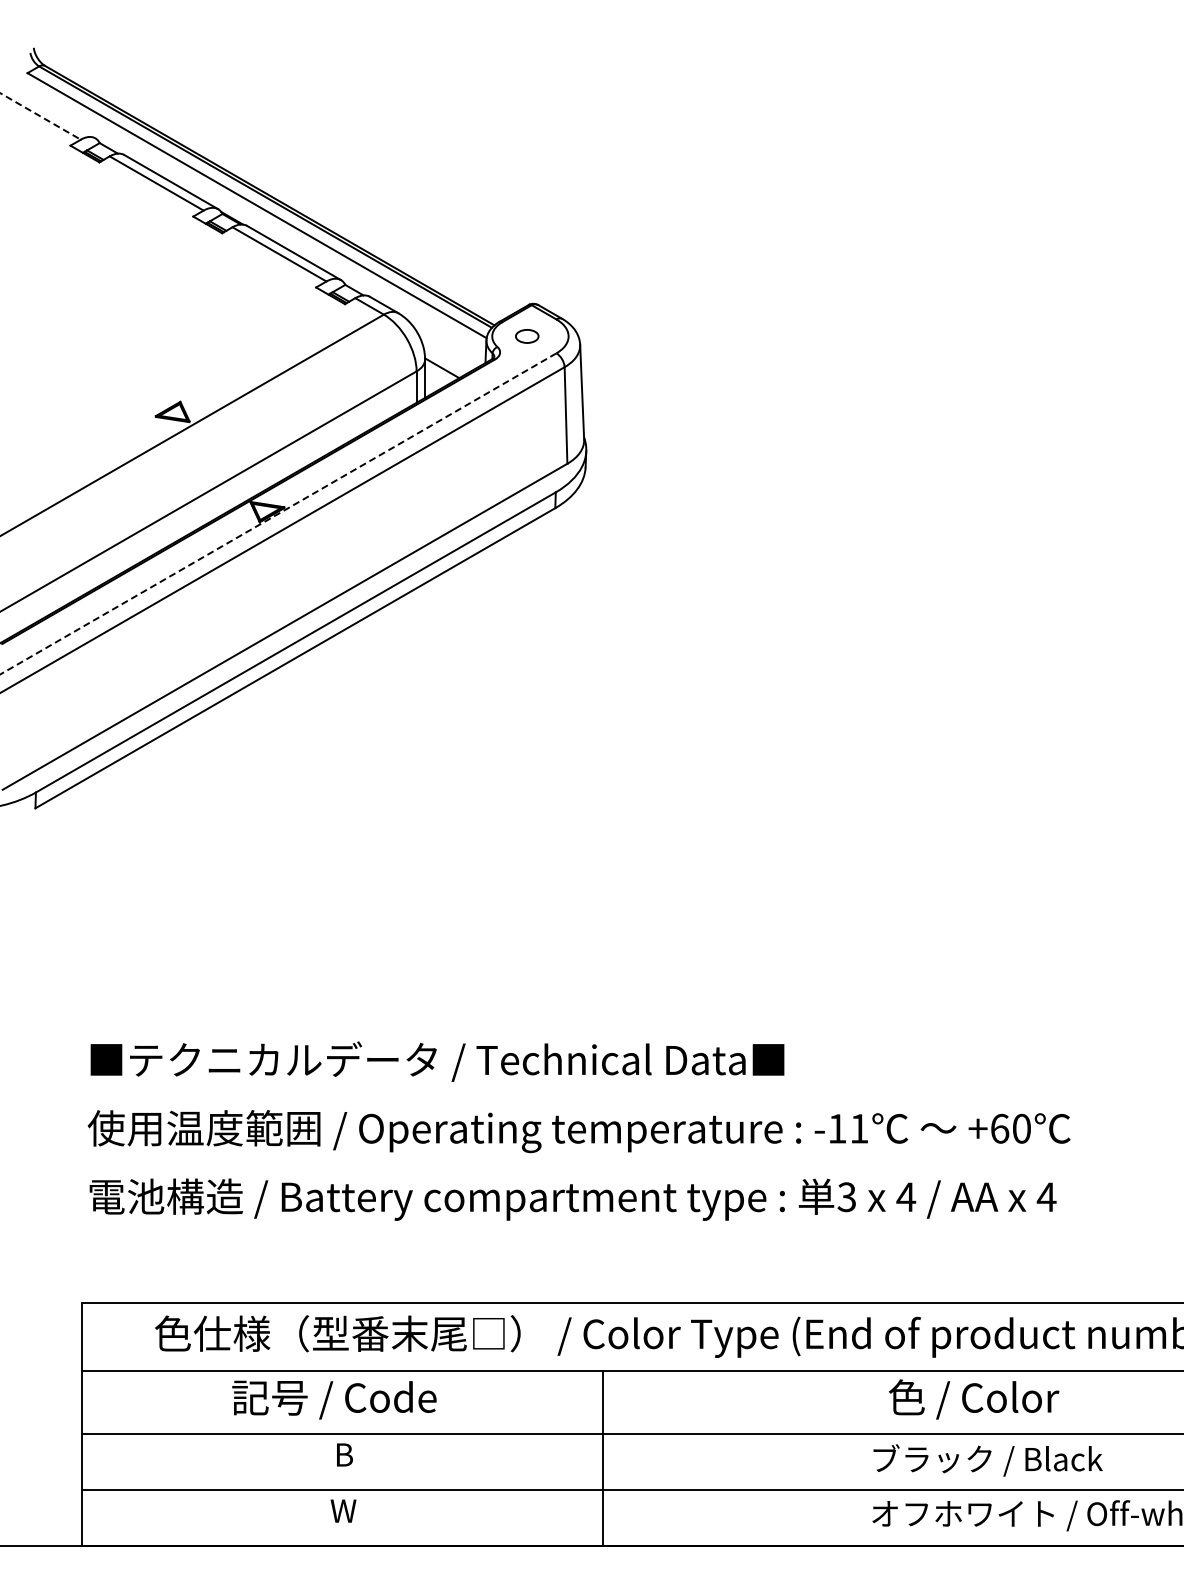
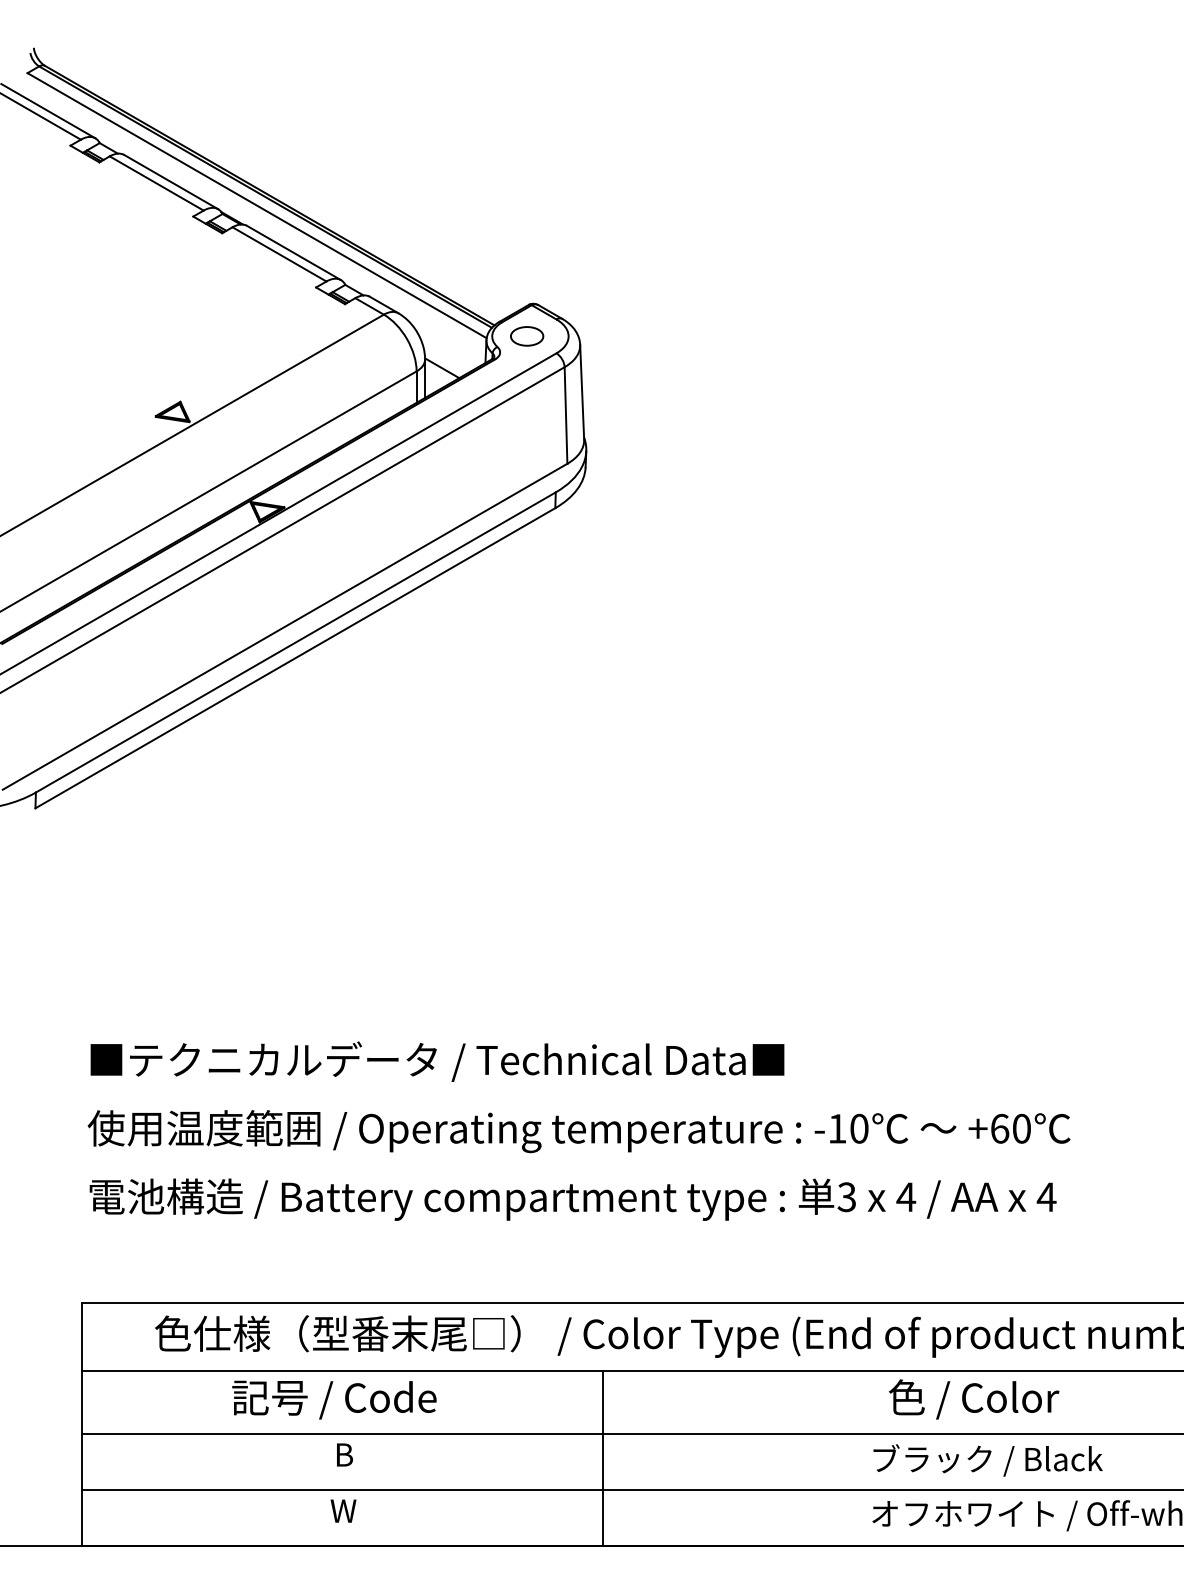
line at (48, 111): none -> present
line at (41, 116): dashed -> solid
part at (527, 336) size: 25x15 px -> 35x21 px
line at (277, 514): dashed -> solid
text at (859, 1128): -11 -> -10
